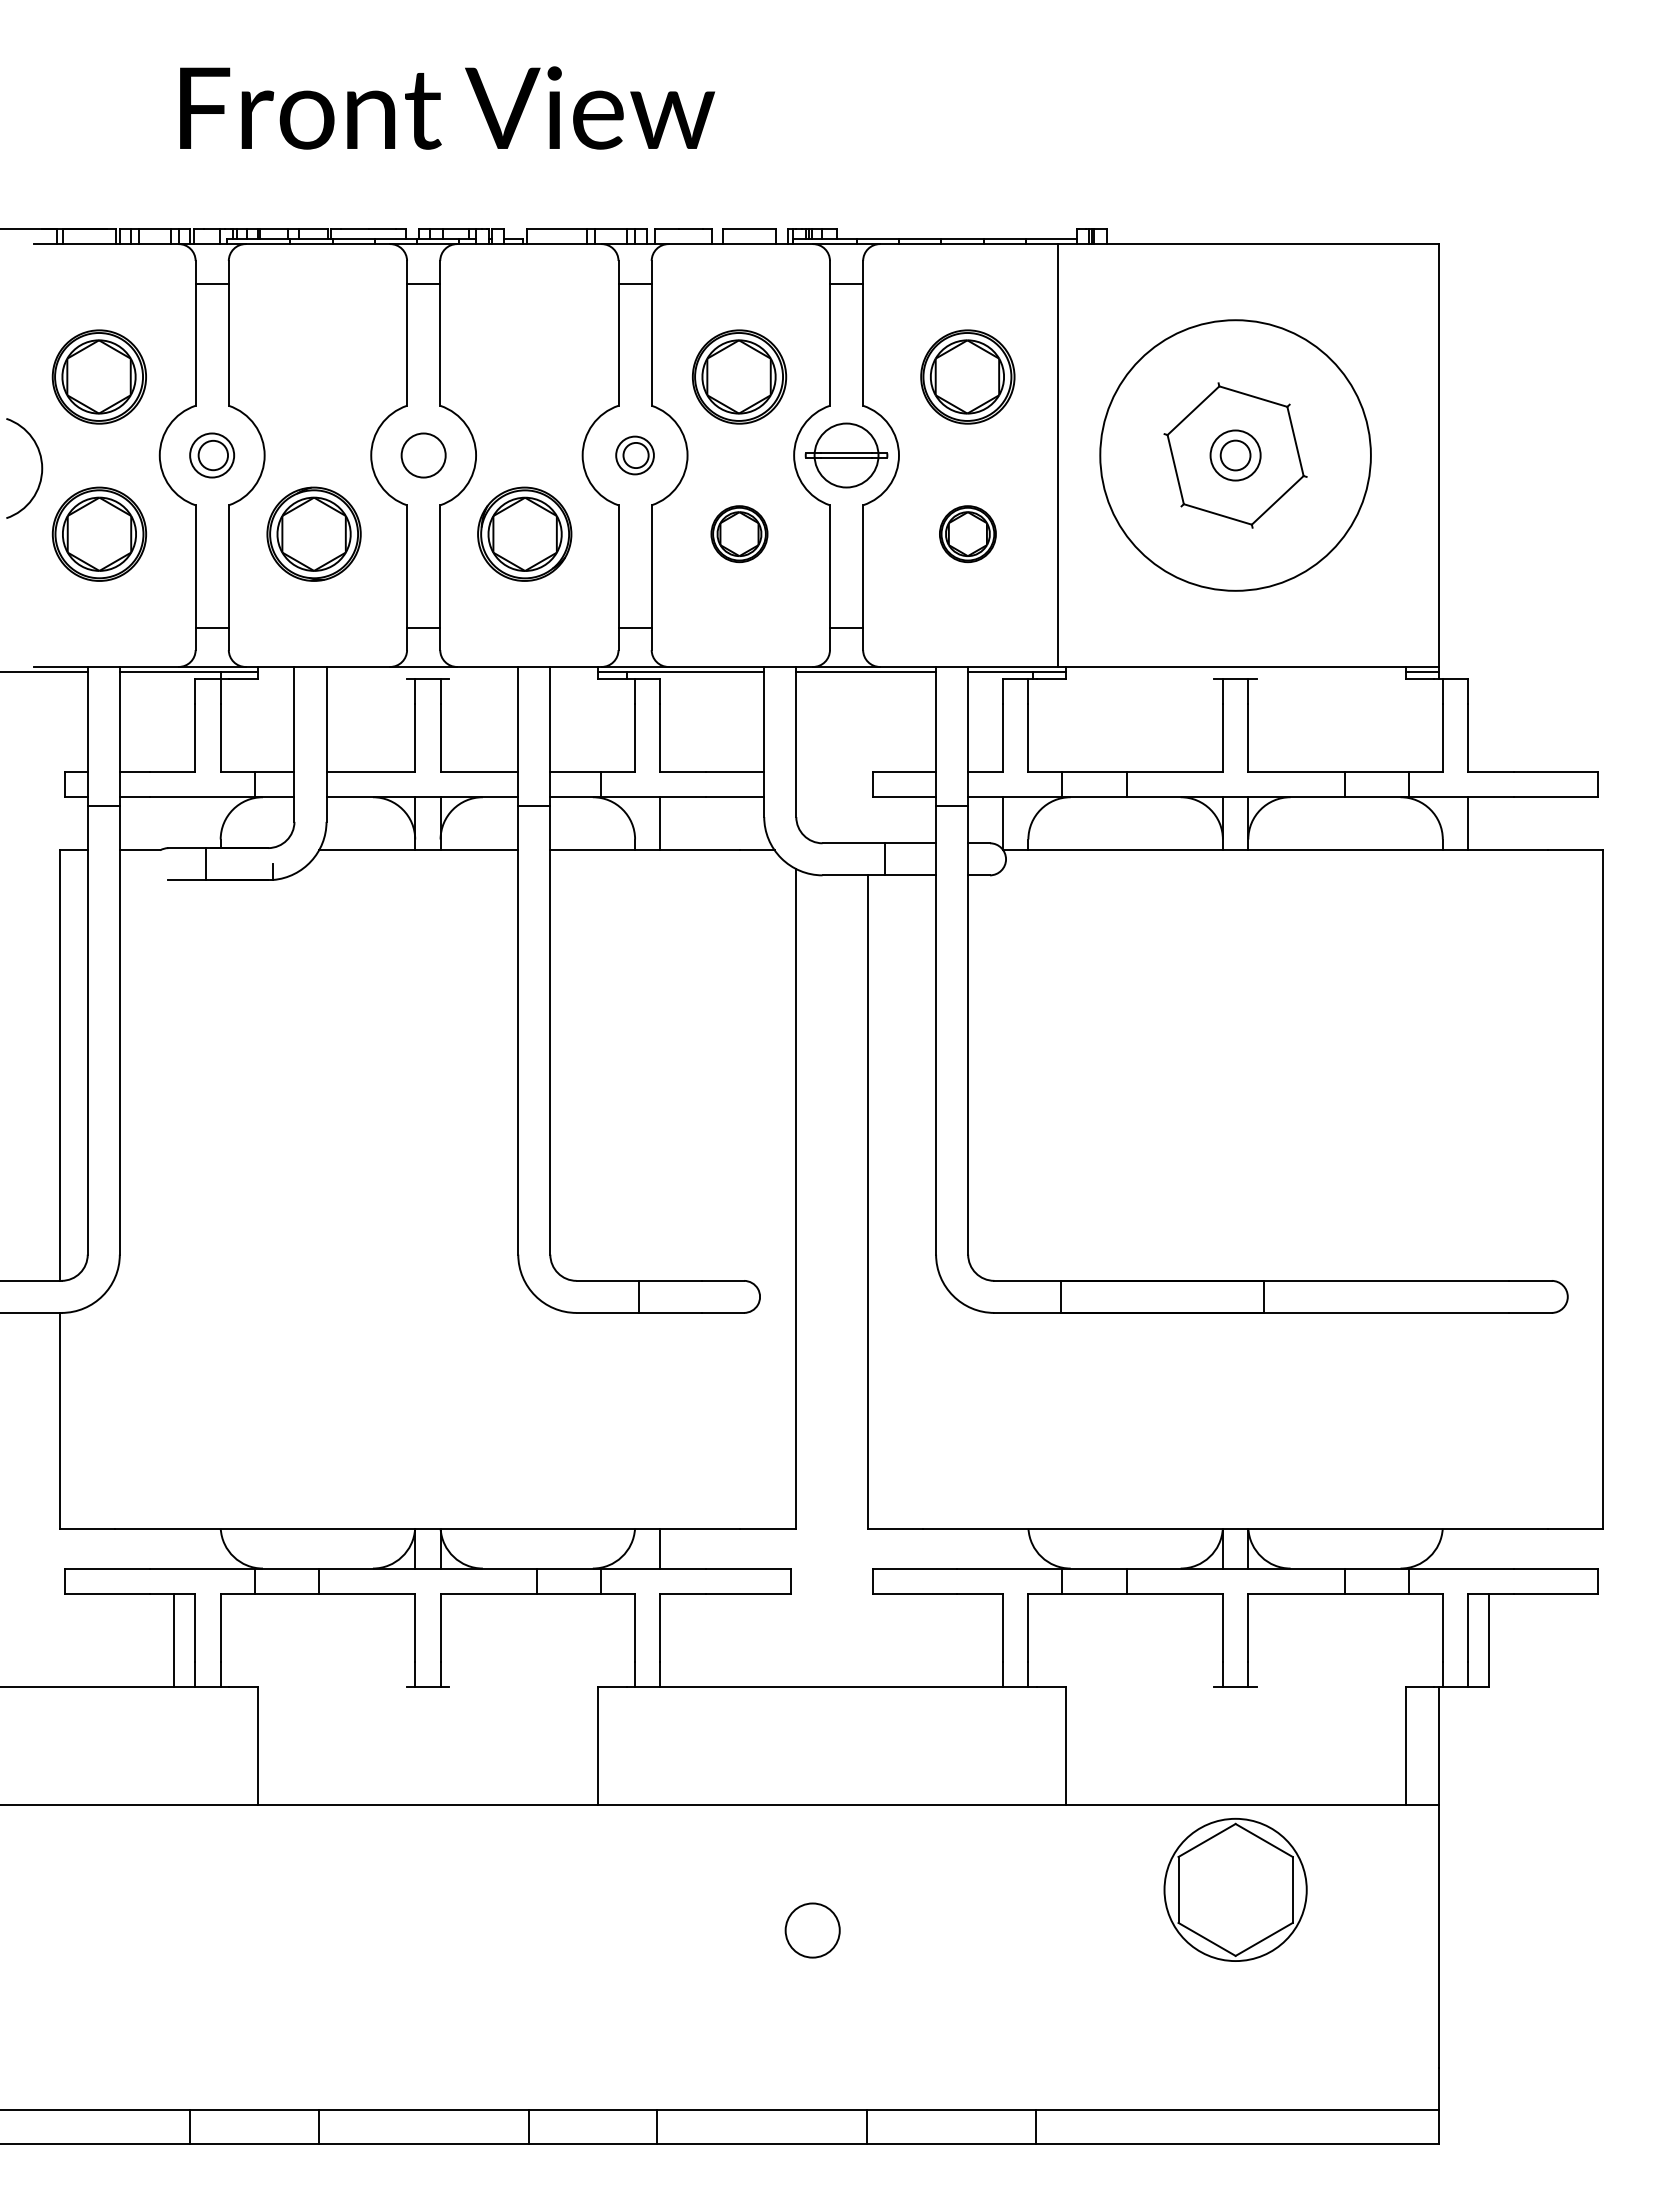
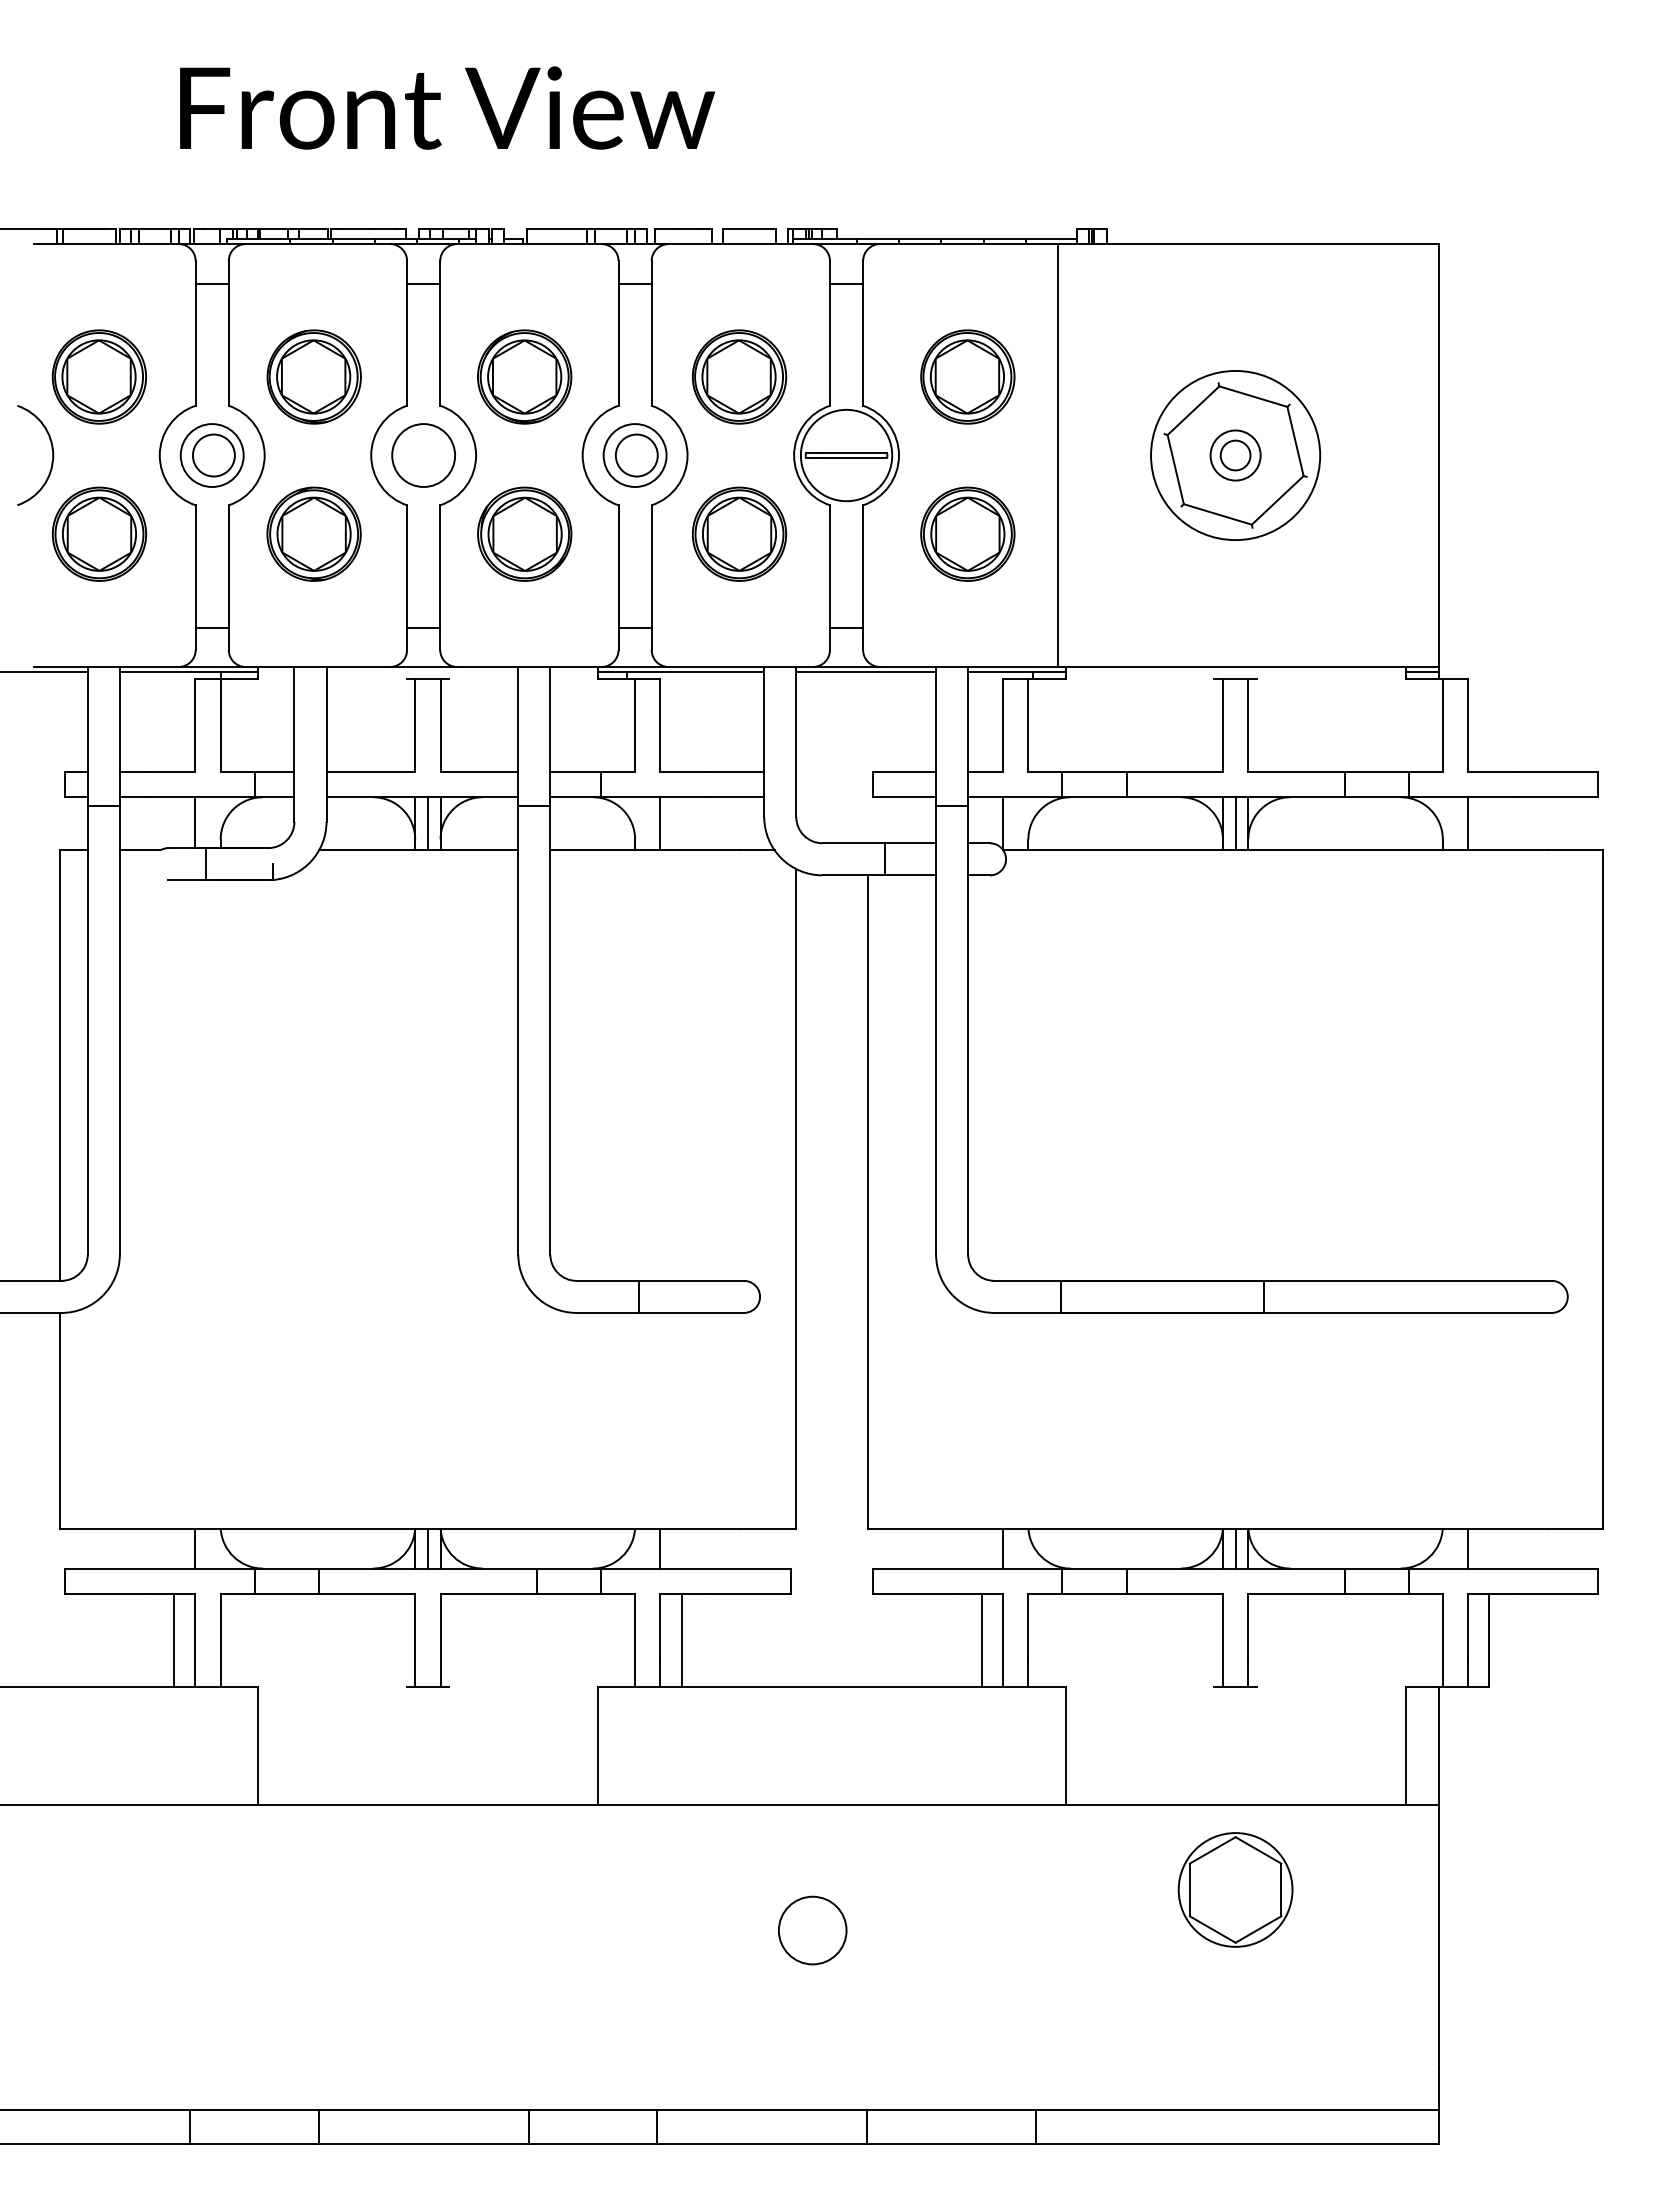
part at (313, 376): none -> present
part at (524, 376): none -> present
part at (212, 455) size: 47x47 px -> 66x65 px
circle at (423, 455) diameter: 44 px -> 63 px
part at (634, 455) size: 40x41 px -> 66x65 px
circle at (846, 455) diameter: 64 px -> 91 px
circle at (1235, 455) diameter: 271 px -> 169 px
arc at (41, 468) position: (41, 468) -> (52, 455)
part at (739, 534) size: 59x59 px -> 97x96 px
part at (967, 534) size: 58x59 px -> 96x96 px
line at (195, 822): none -> present
line at (428, 823): none -> present
line at (1235, 823): none -> present
line at (195, 1548): none -> present
line at (428, 1548): none -> present
line at (1003, 1548): none -> present
line at (1235, 1548): none -> present
line at (1468, 1548): none -> present
line at (681, 1639): none -> present
line at (981, 1639): none -> present
part at (1235, 1889) size: 145x145 px -> 117x116 px
circle at (812, 1930) diameter: 54 px -> 68 px
